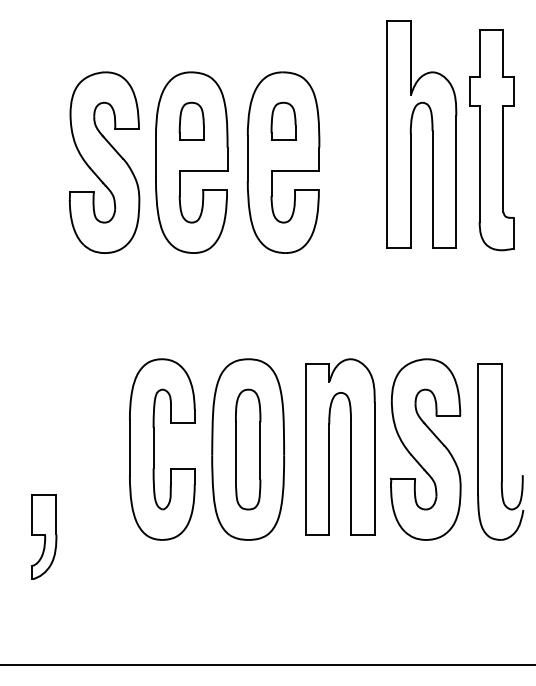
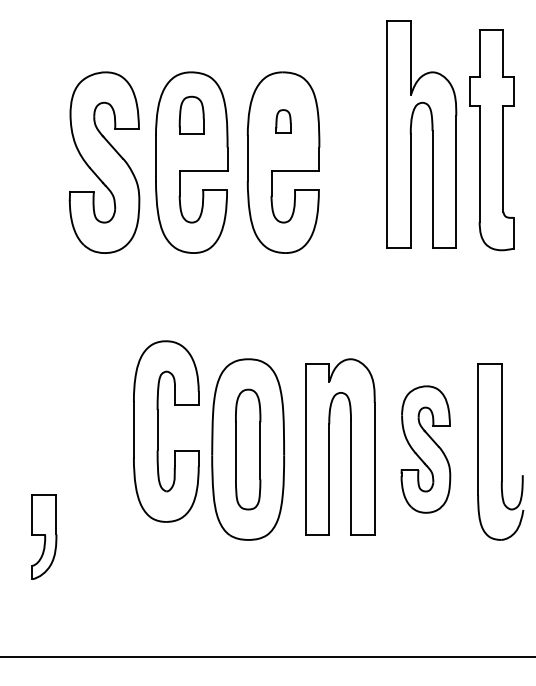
part at (191, 120) position: (191, 120) -> (191, 114)
part at (283, 120) size: 27x40 px -> 17x25 px
part at (154, 449) position: (154, 449) -> (158, 431)
part at (425, 449) size: 72x183 px -> 52x129 px
line at (267, 665) position: (267, 665) -> (267, 657)
